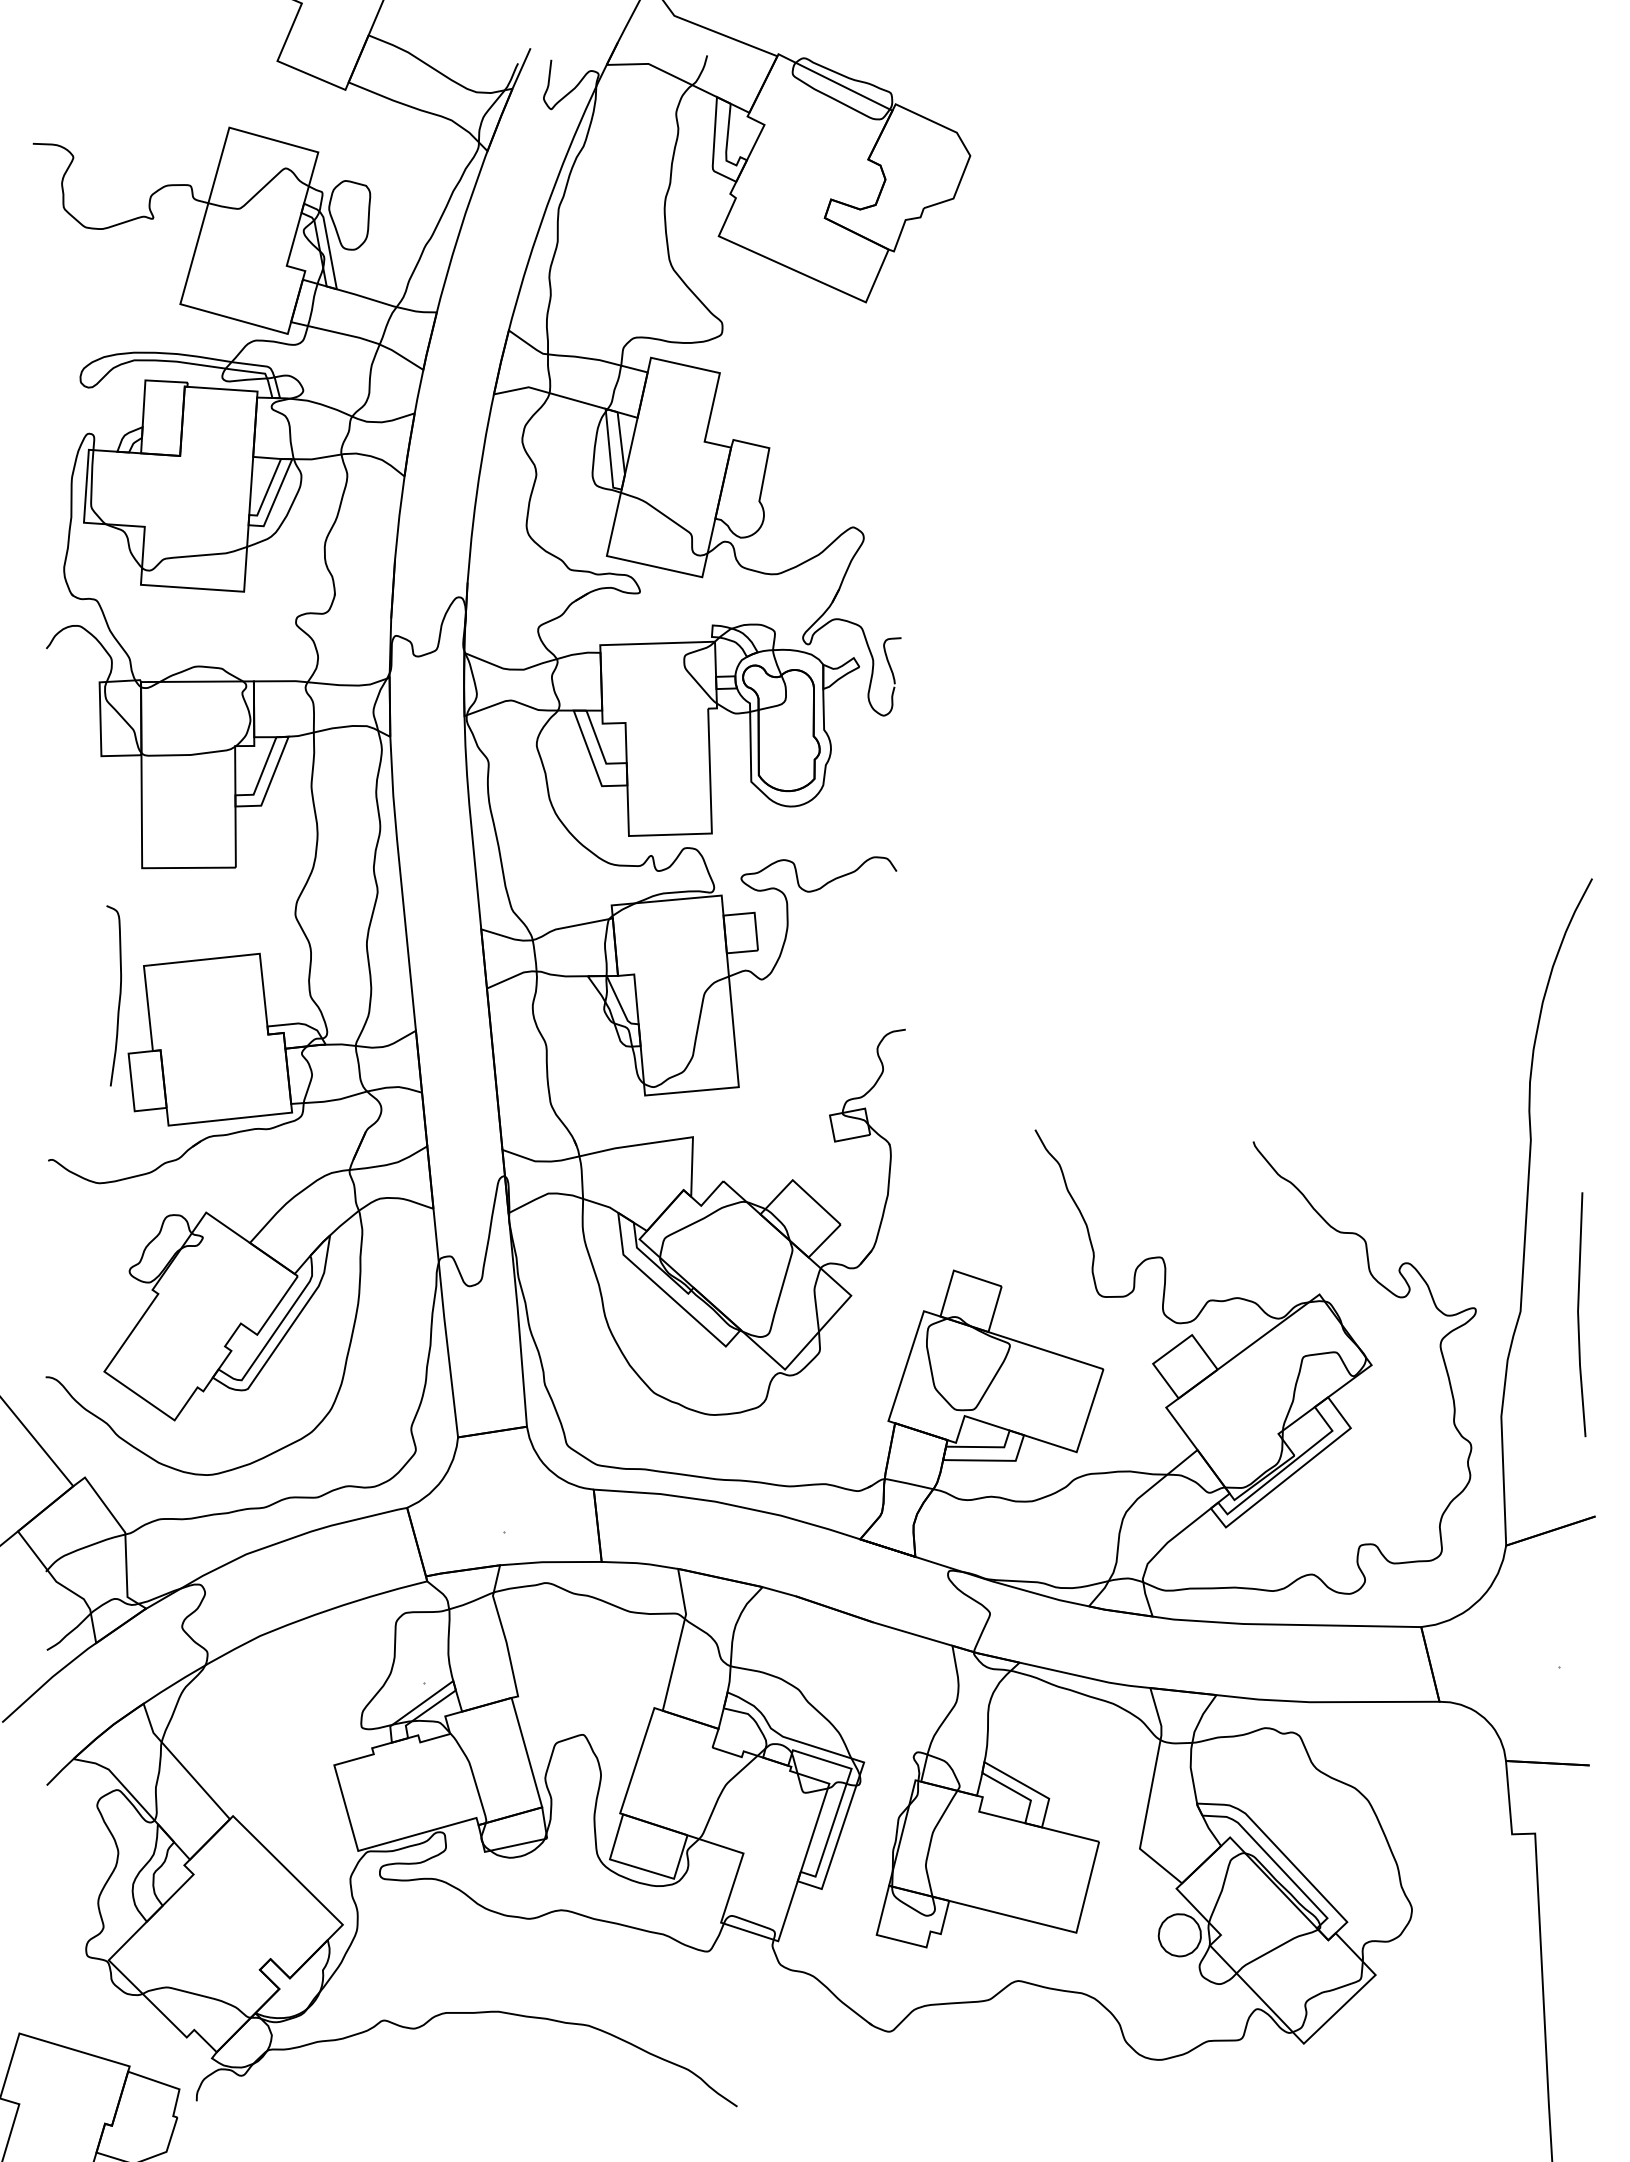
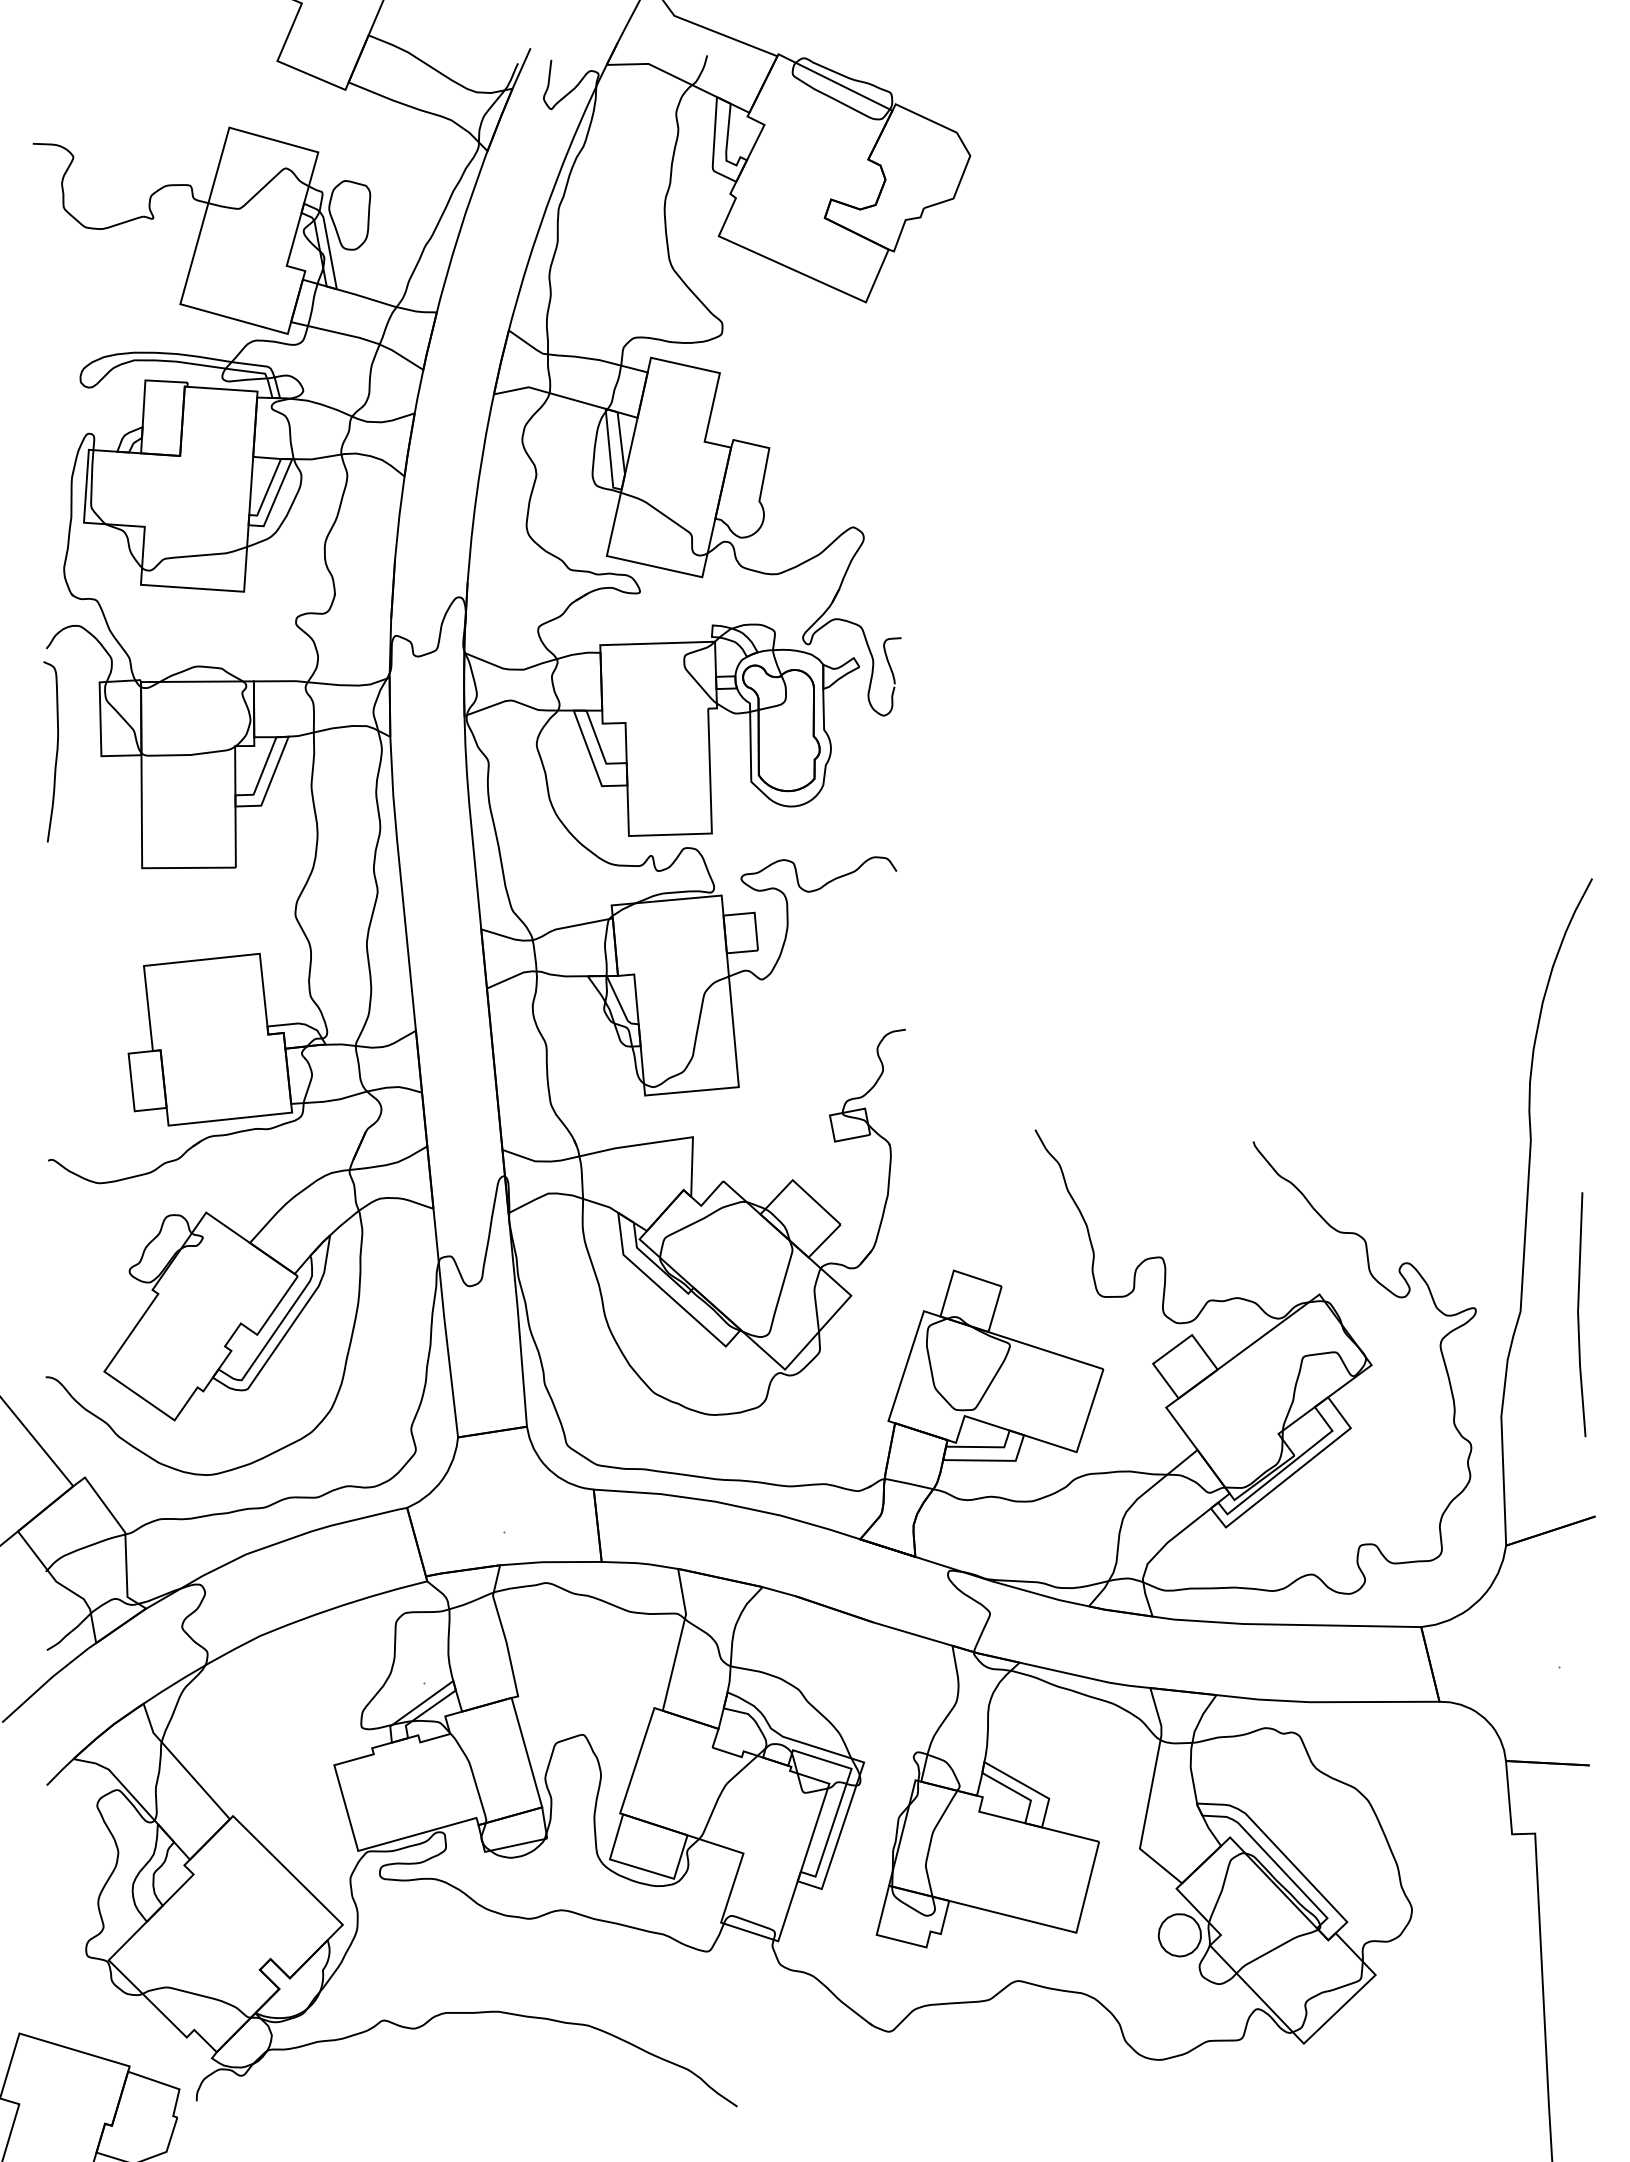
curve at (119, 995) position: (119, 995) -> (56, 751)
